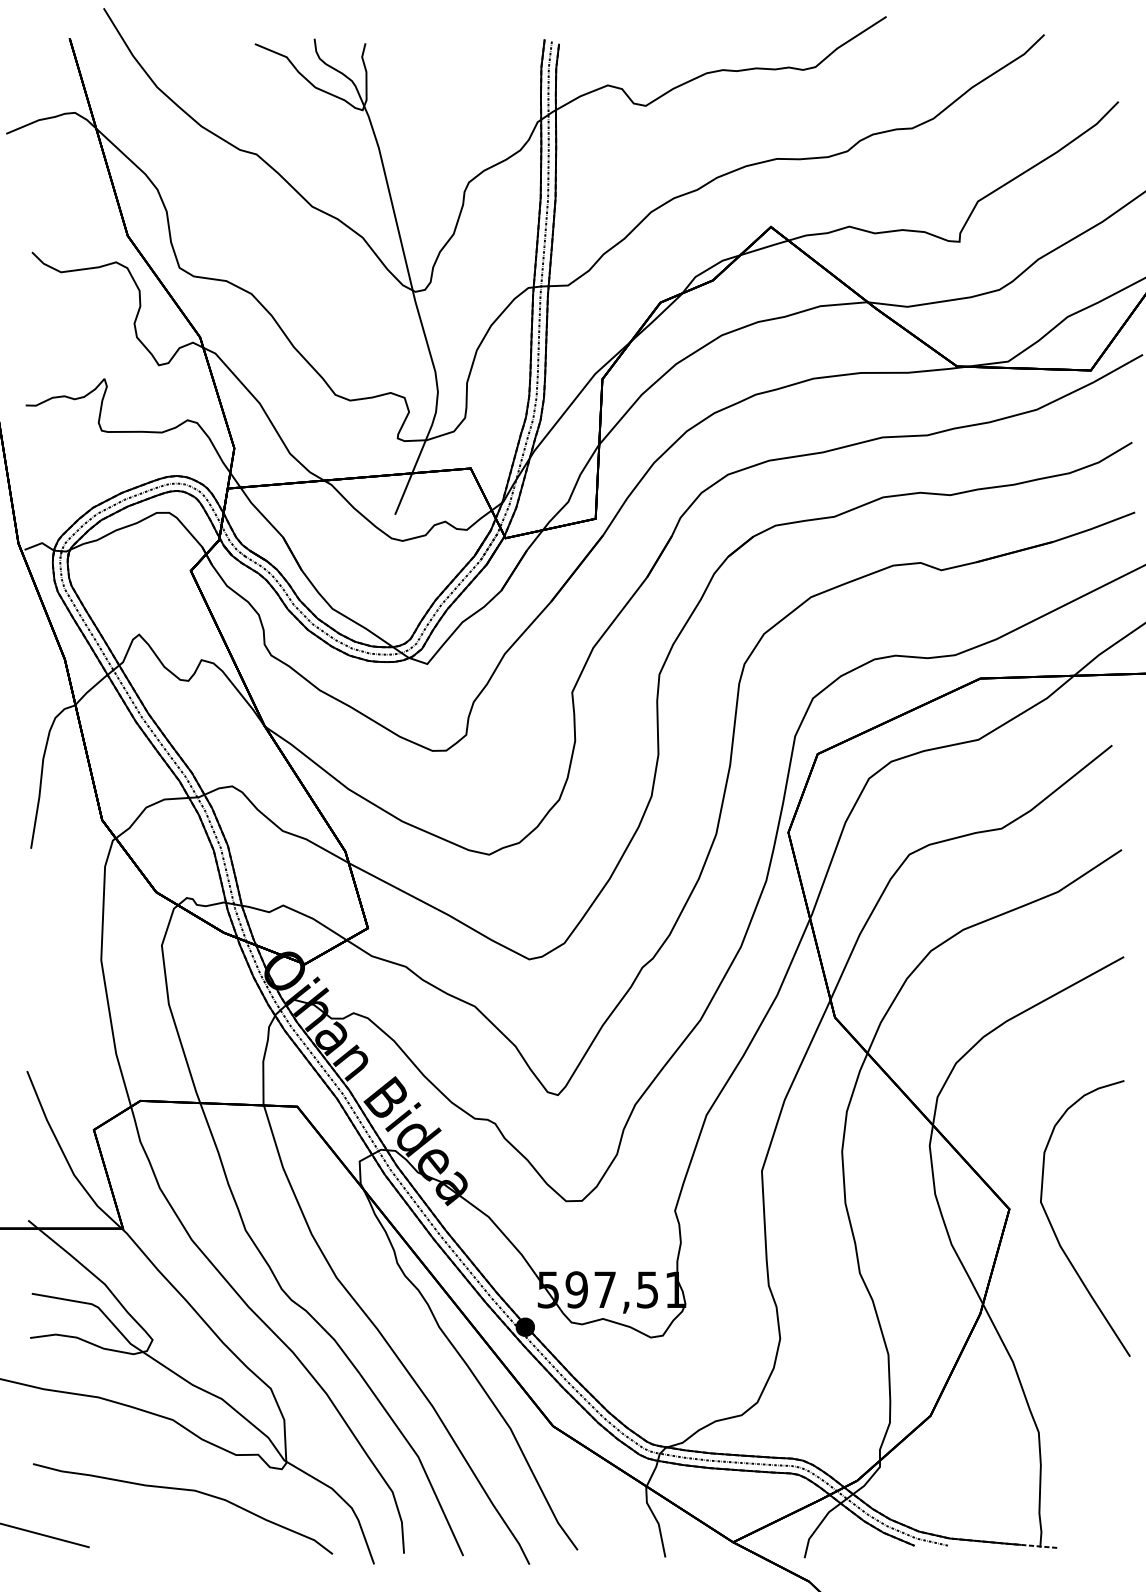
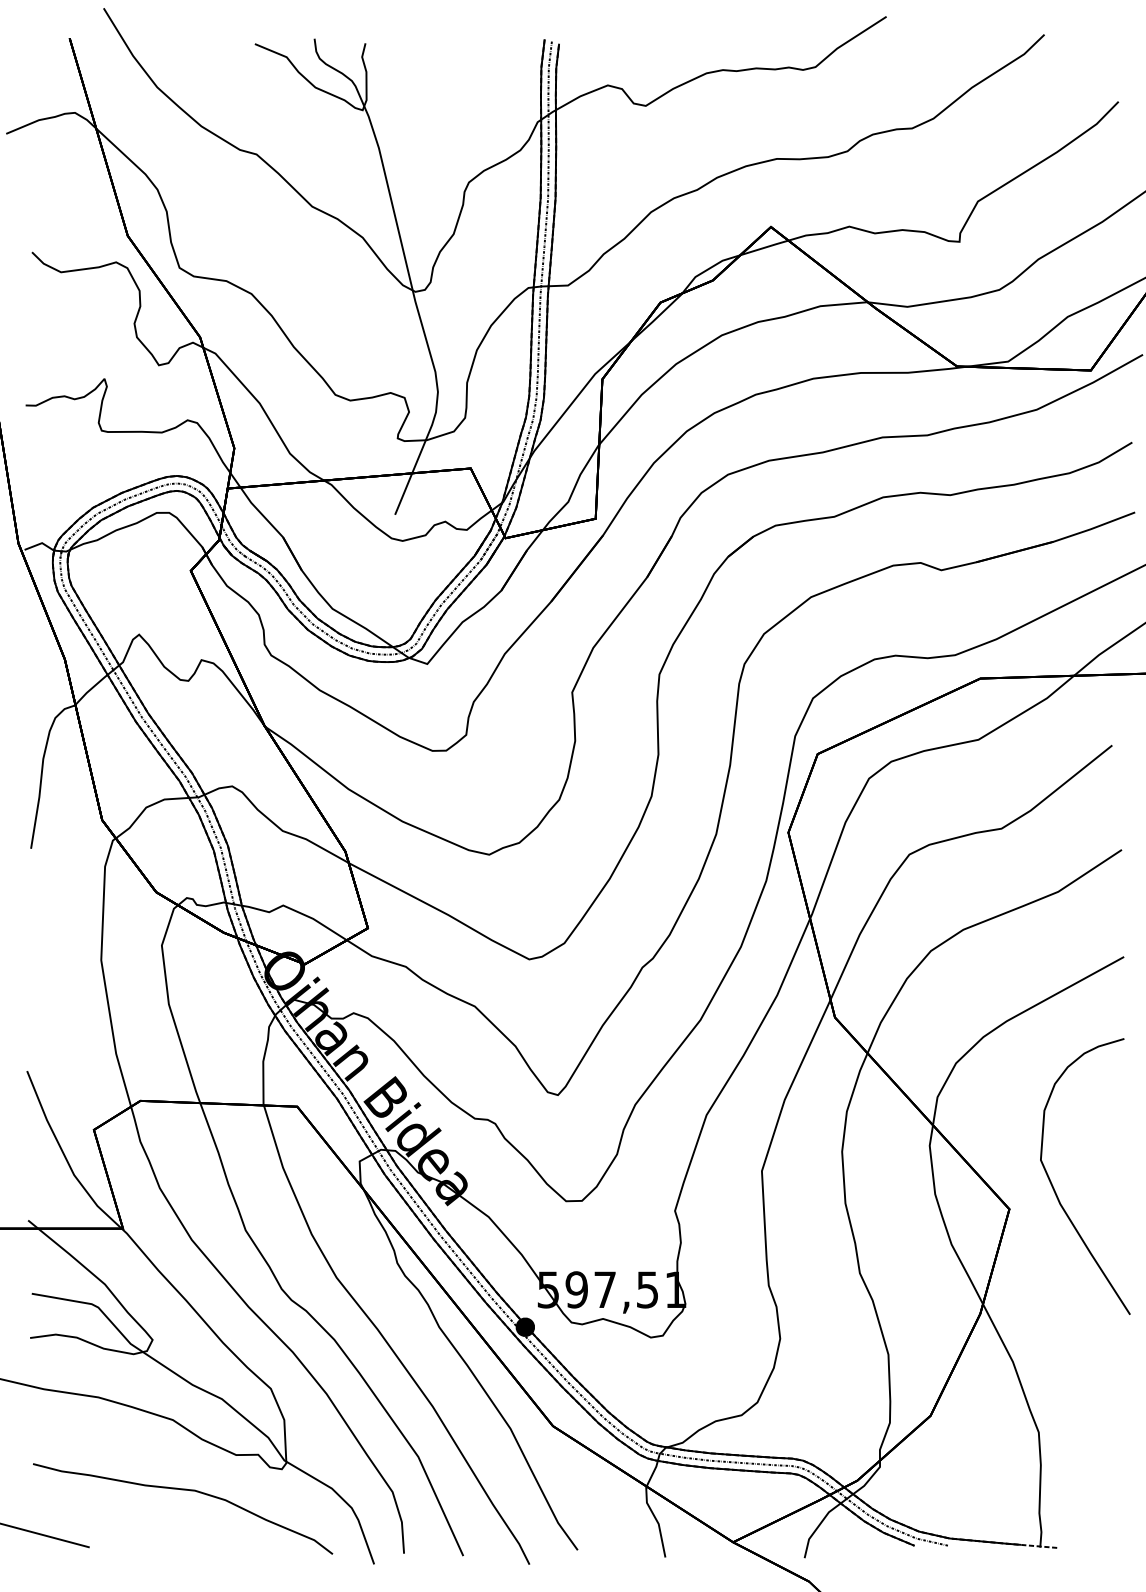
curve at (1055, 1232) position: (1055, 1232) -> (1055, 1190)
